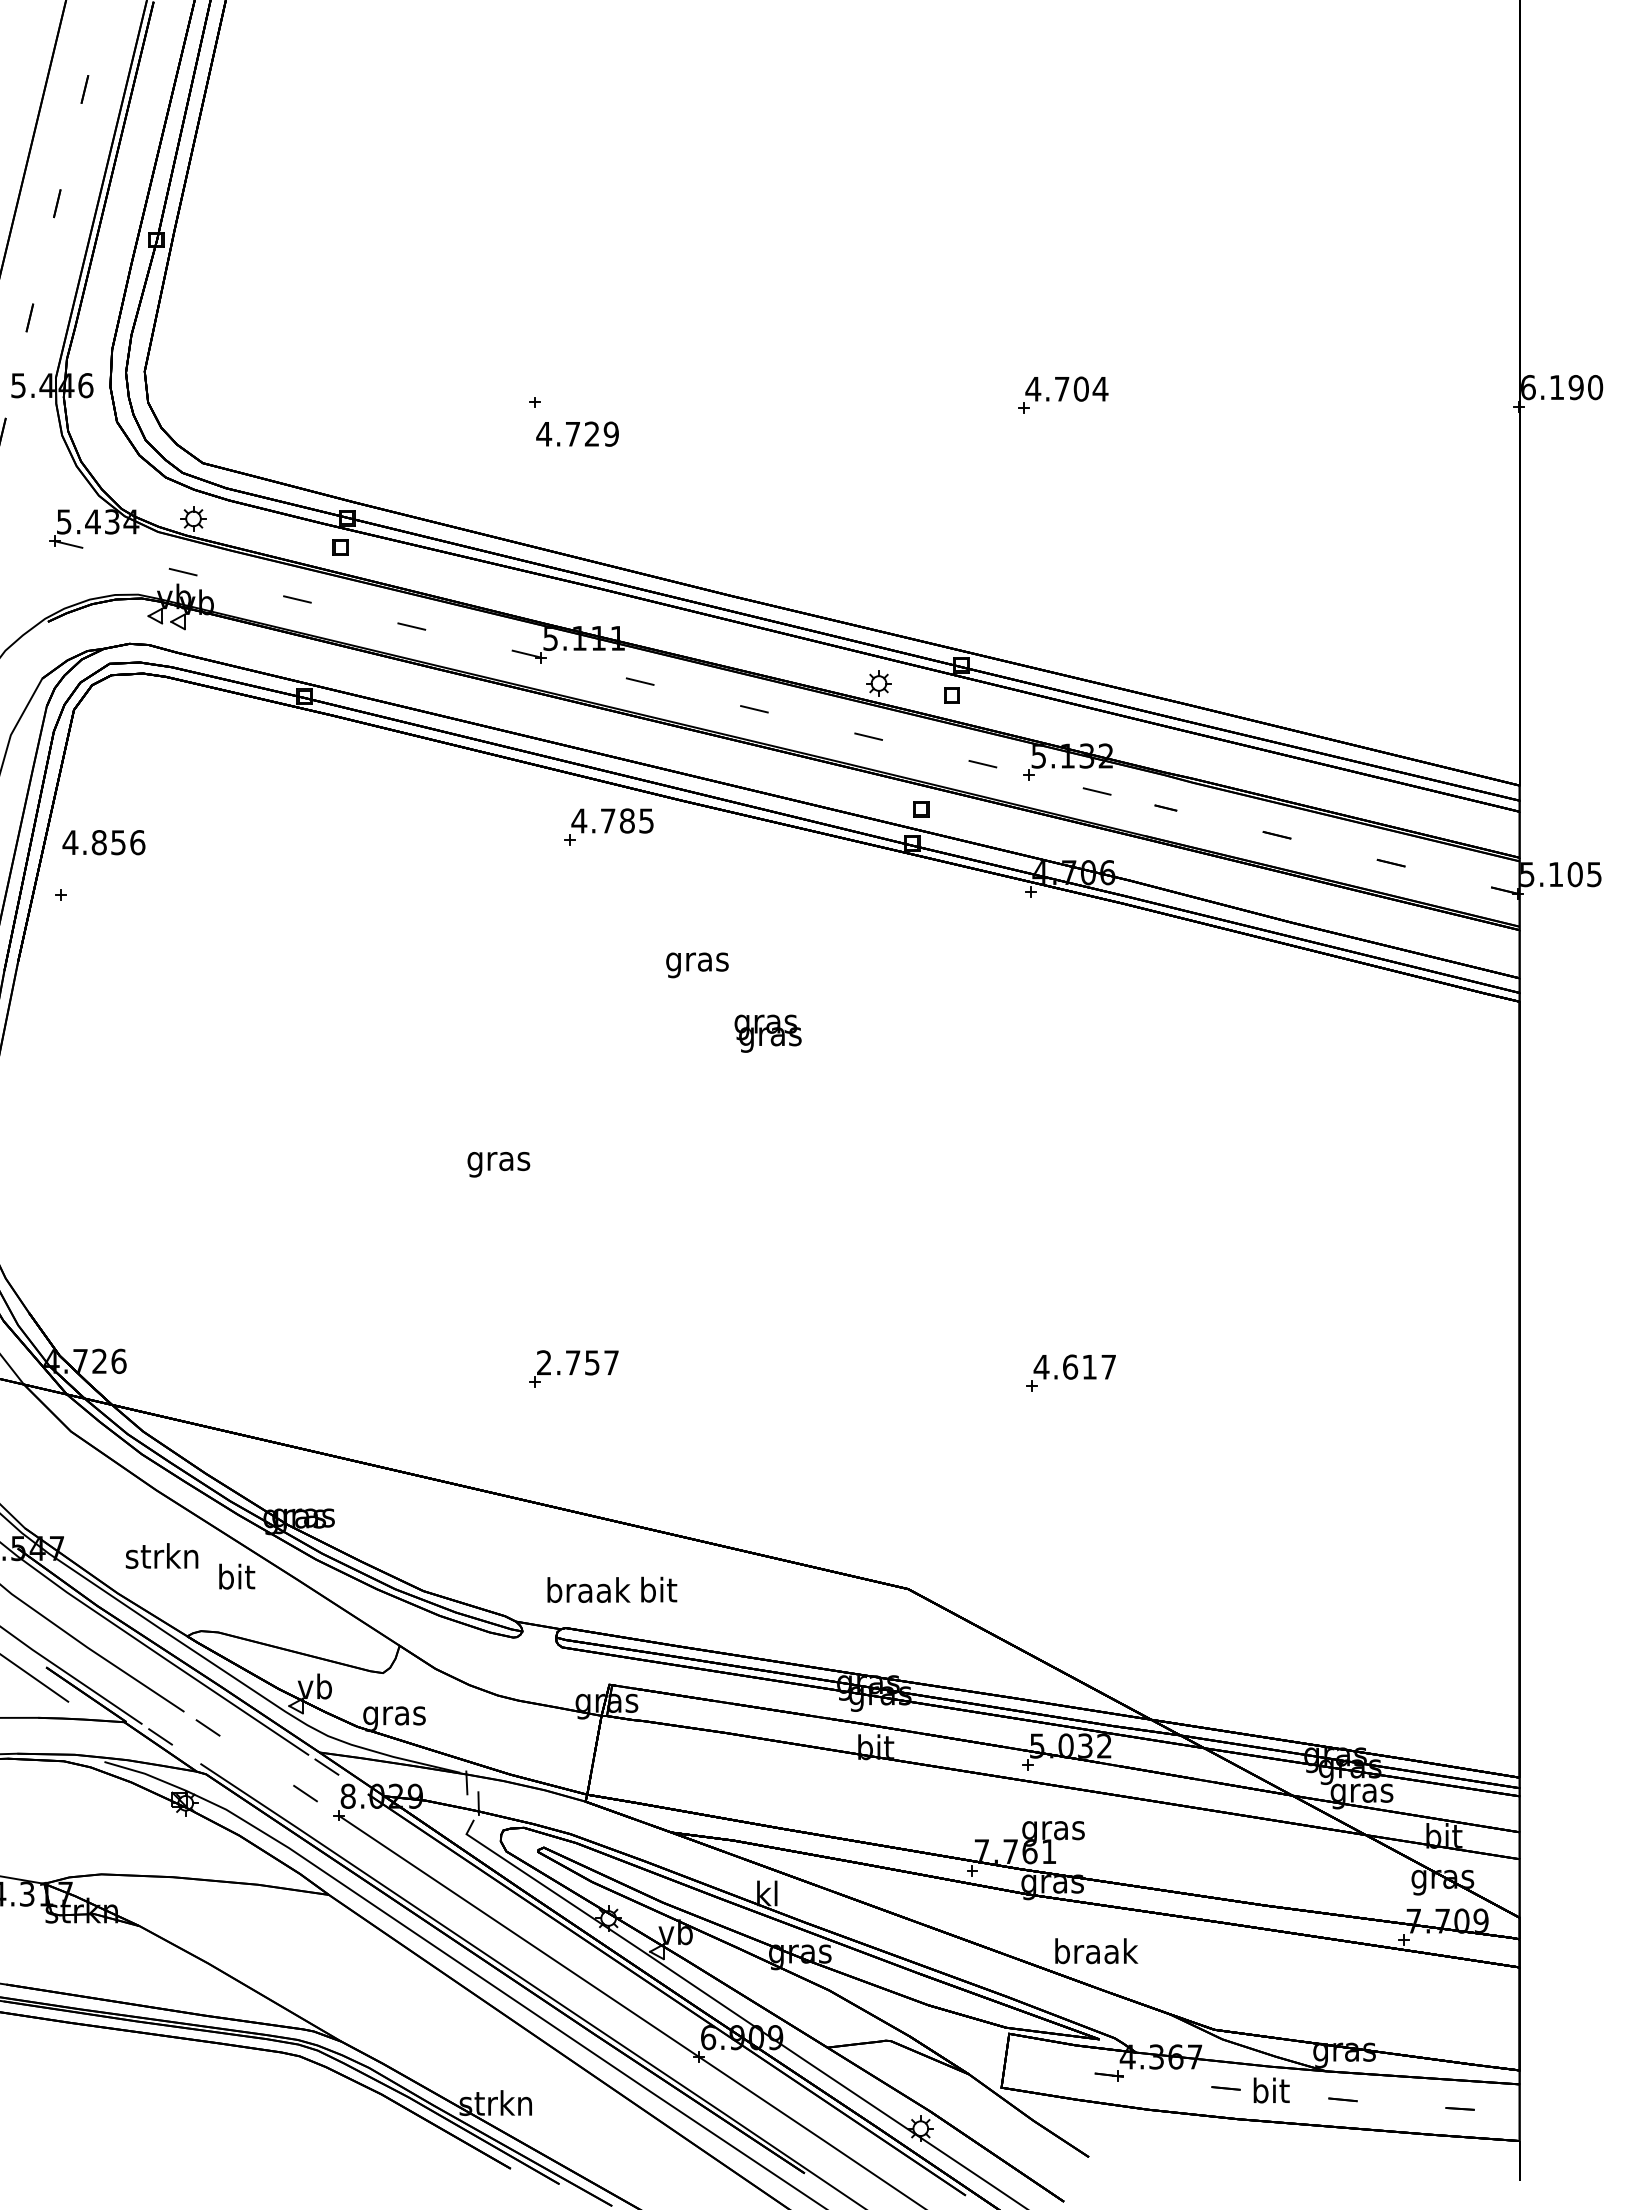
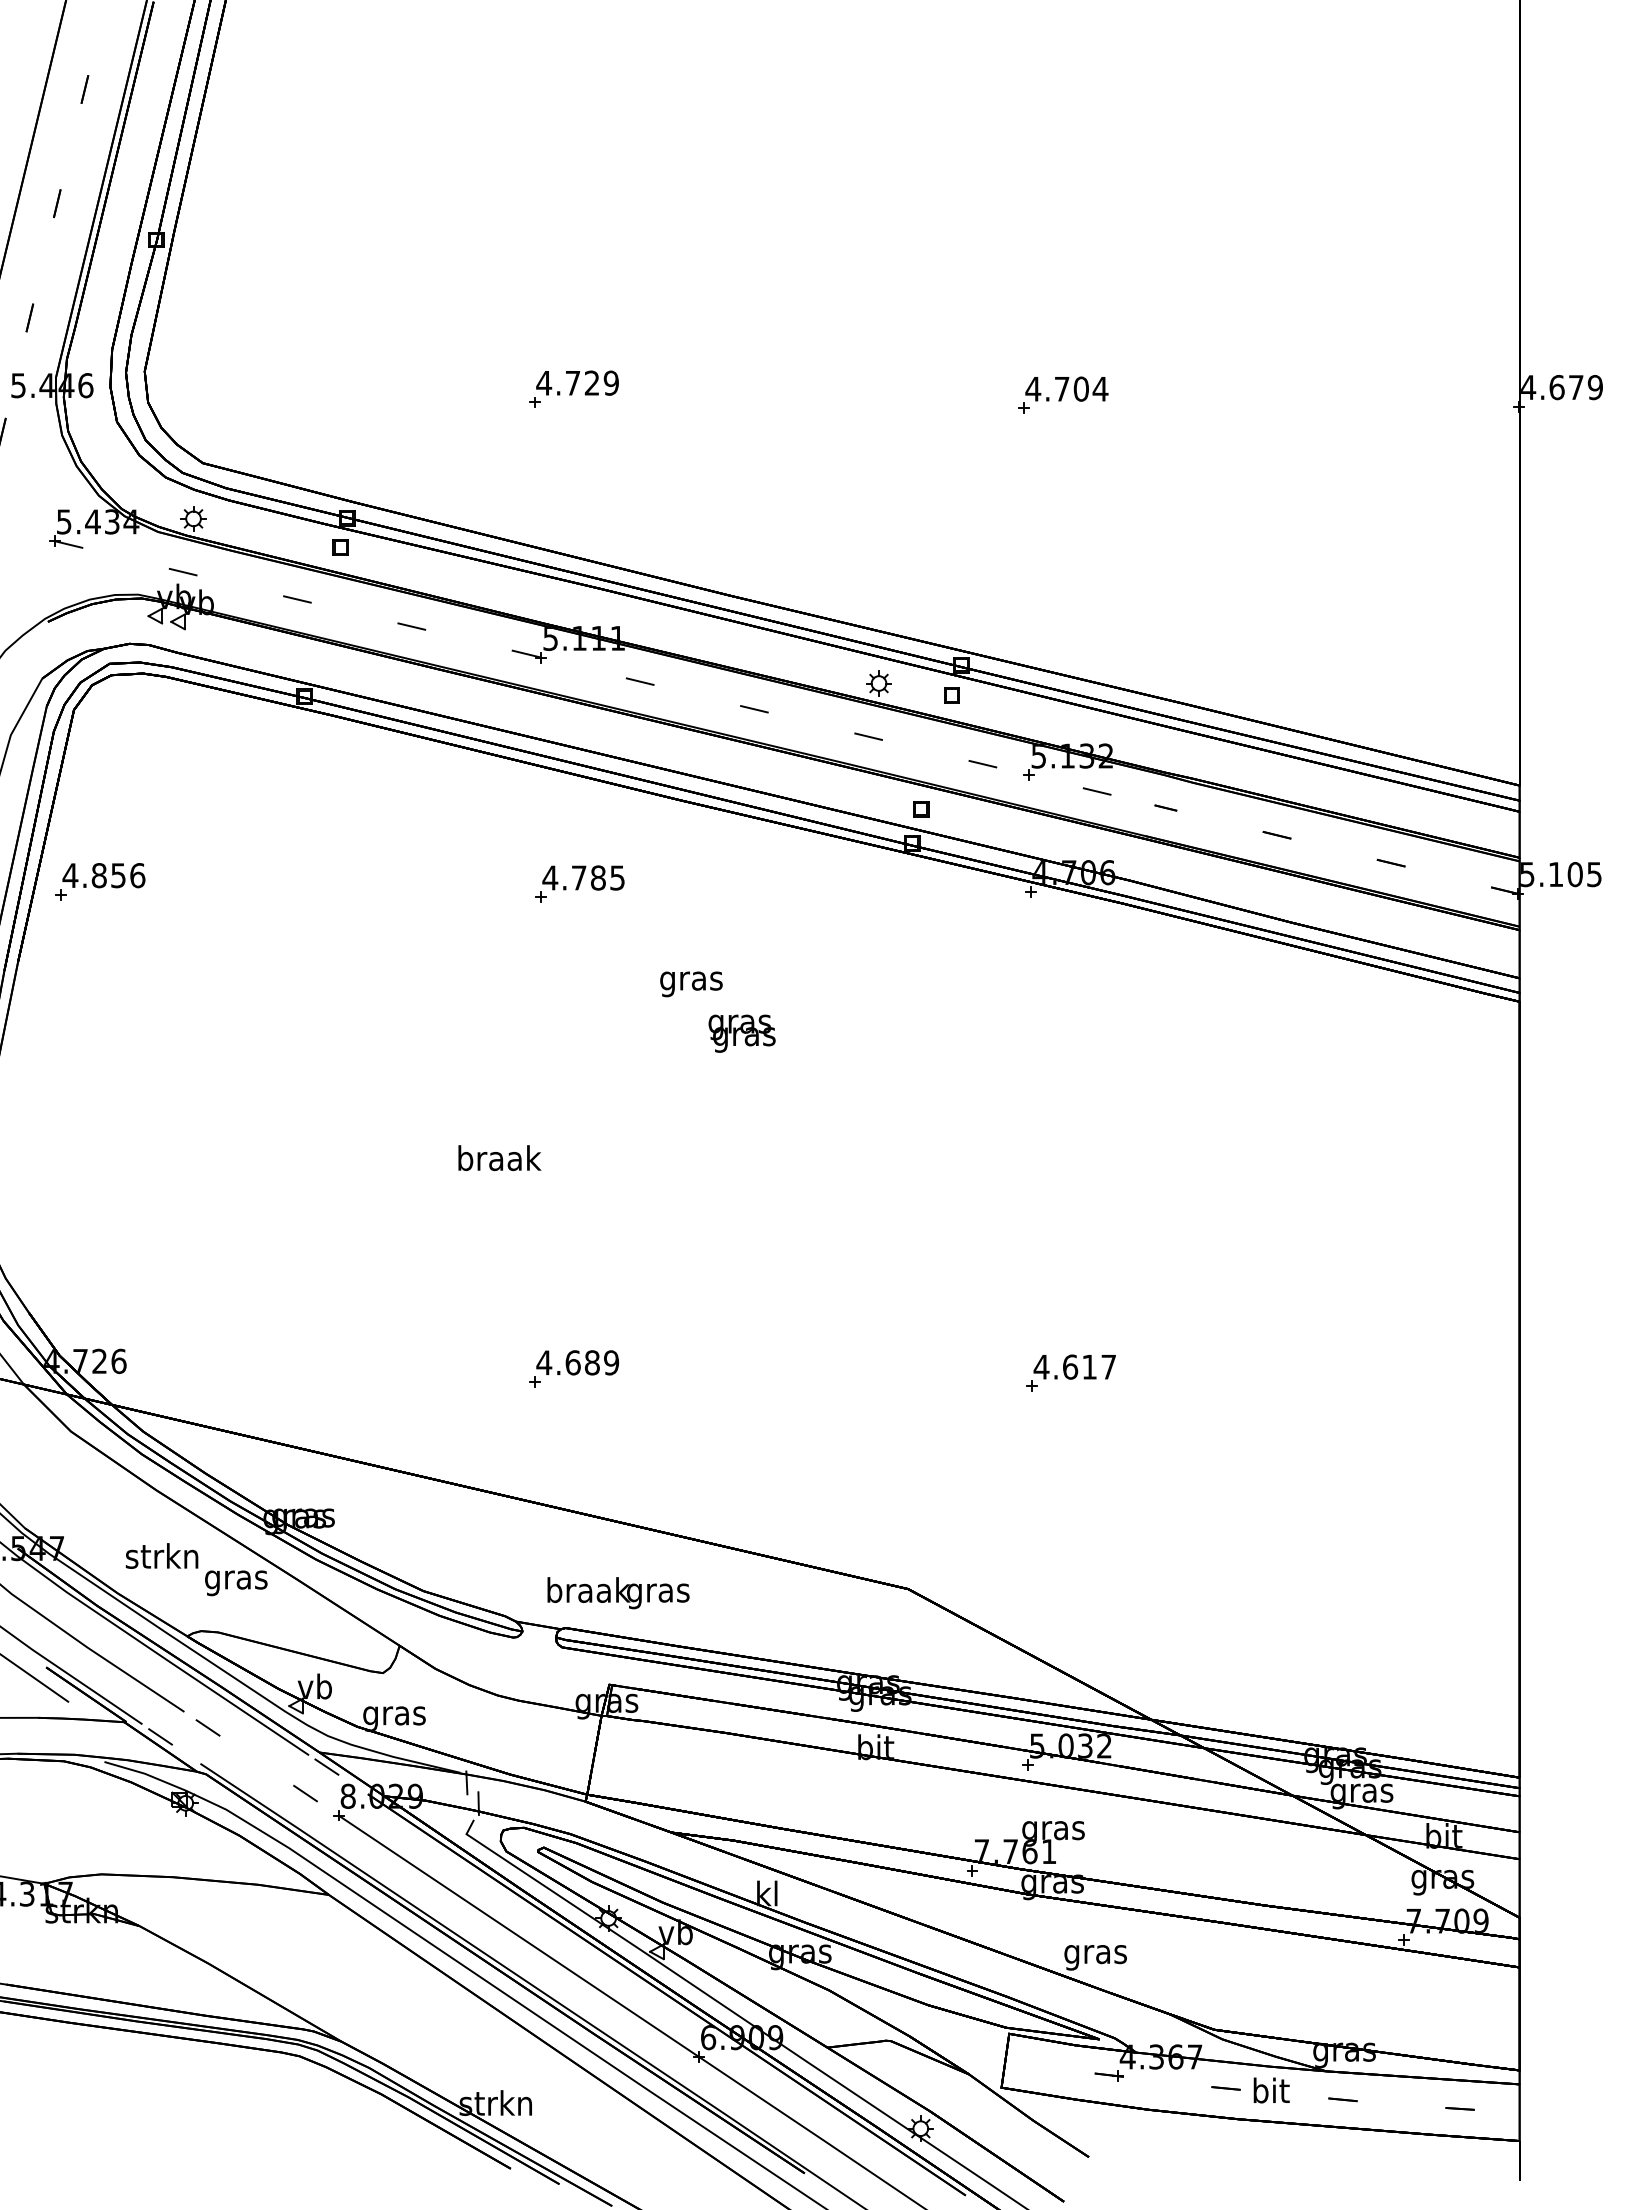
text at (1562, 387): 6.190 -> 4.679
text at (577, 433) position: (577, 433) -> (577, 382)
part at (608, 826) position: (608, 826) -> (579, 883)
text at (103, 842) position: (103, 842) -> (103, 875)
text at (697, 965) position: (697, 965) -> (691, 984)
text at (767, 1033) position: (767, 1033) -> (741, 1033)
text at (499, 1161): gras -> braak
text at (577, 1362): 2.757 -> 4.689
text at (236, 1579): bit -> gras
text at (658, 1592): bit -> gras
text at (1096, 1954): braak -> gras
